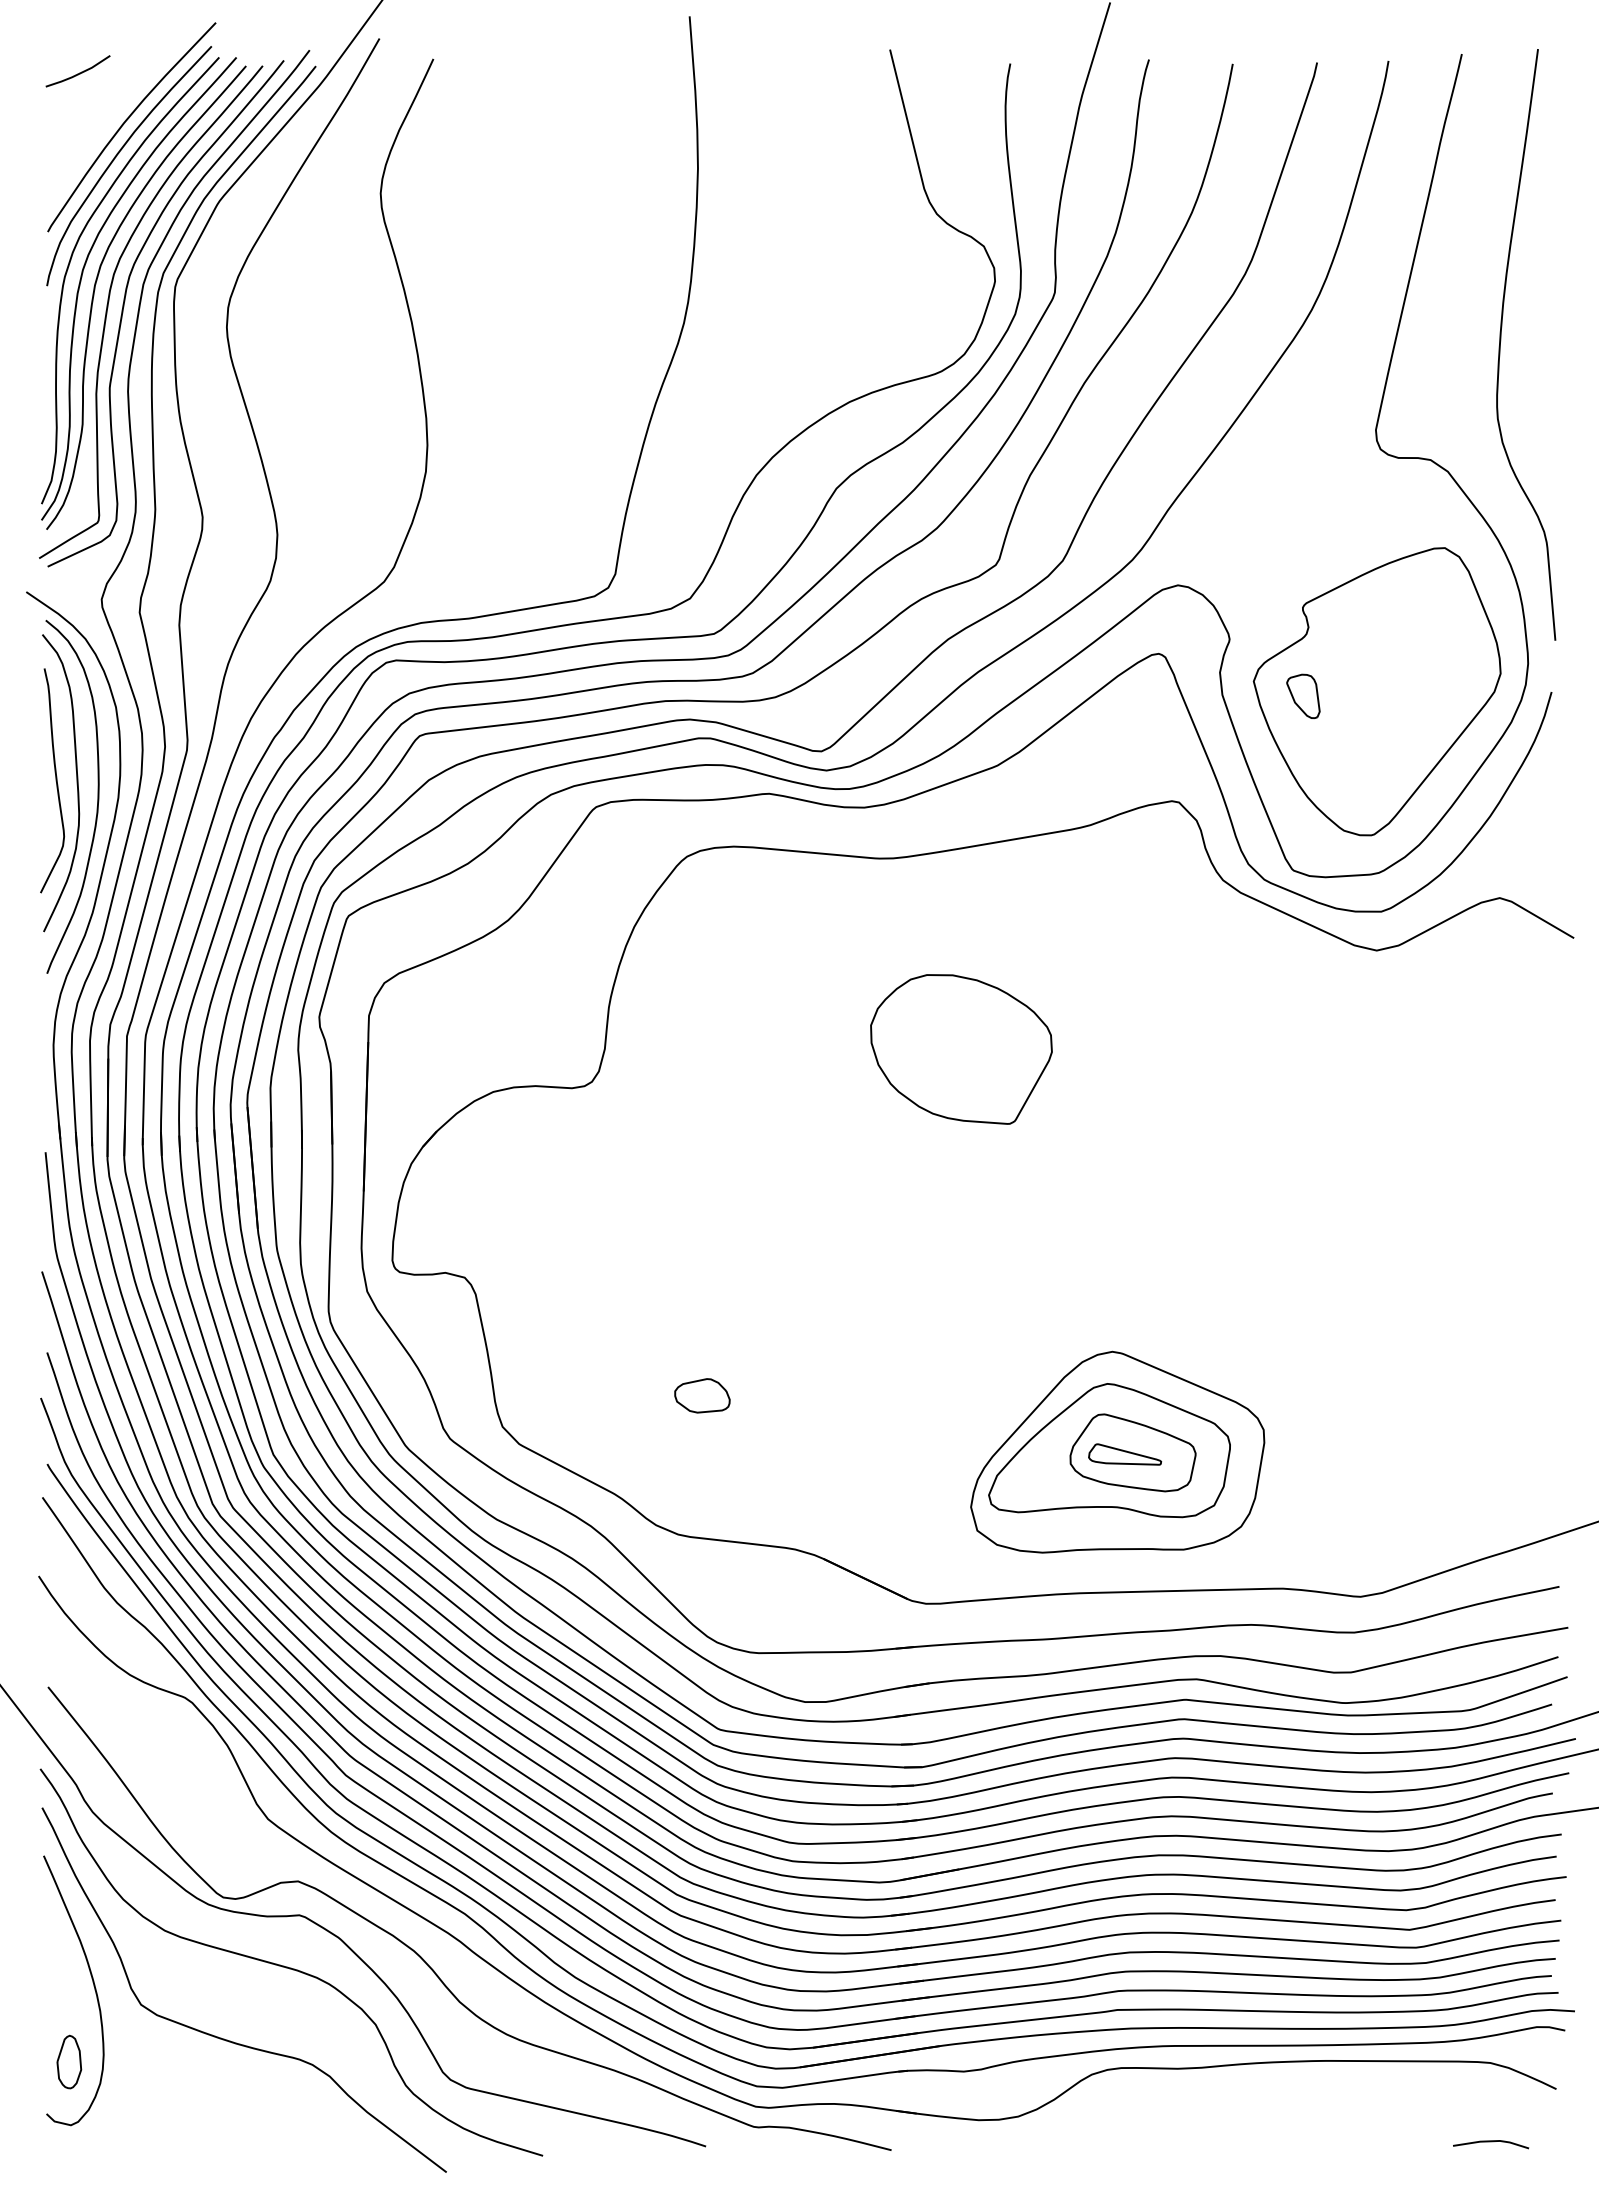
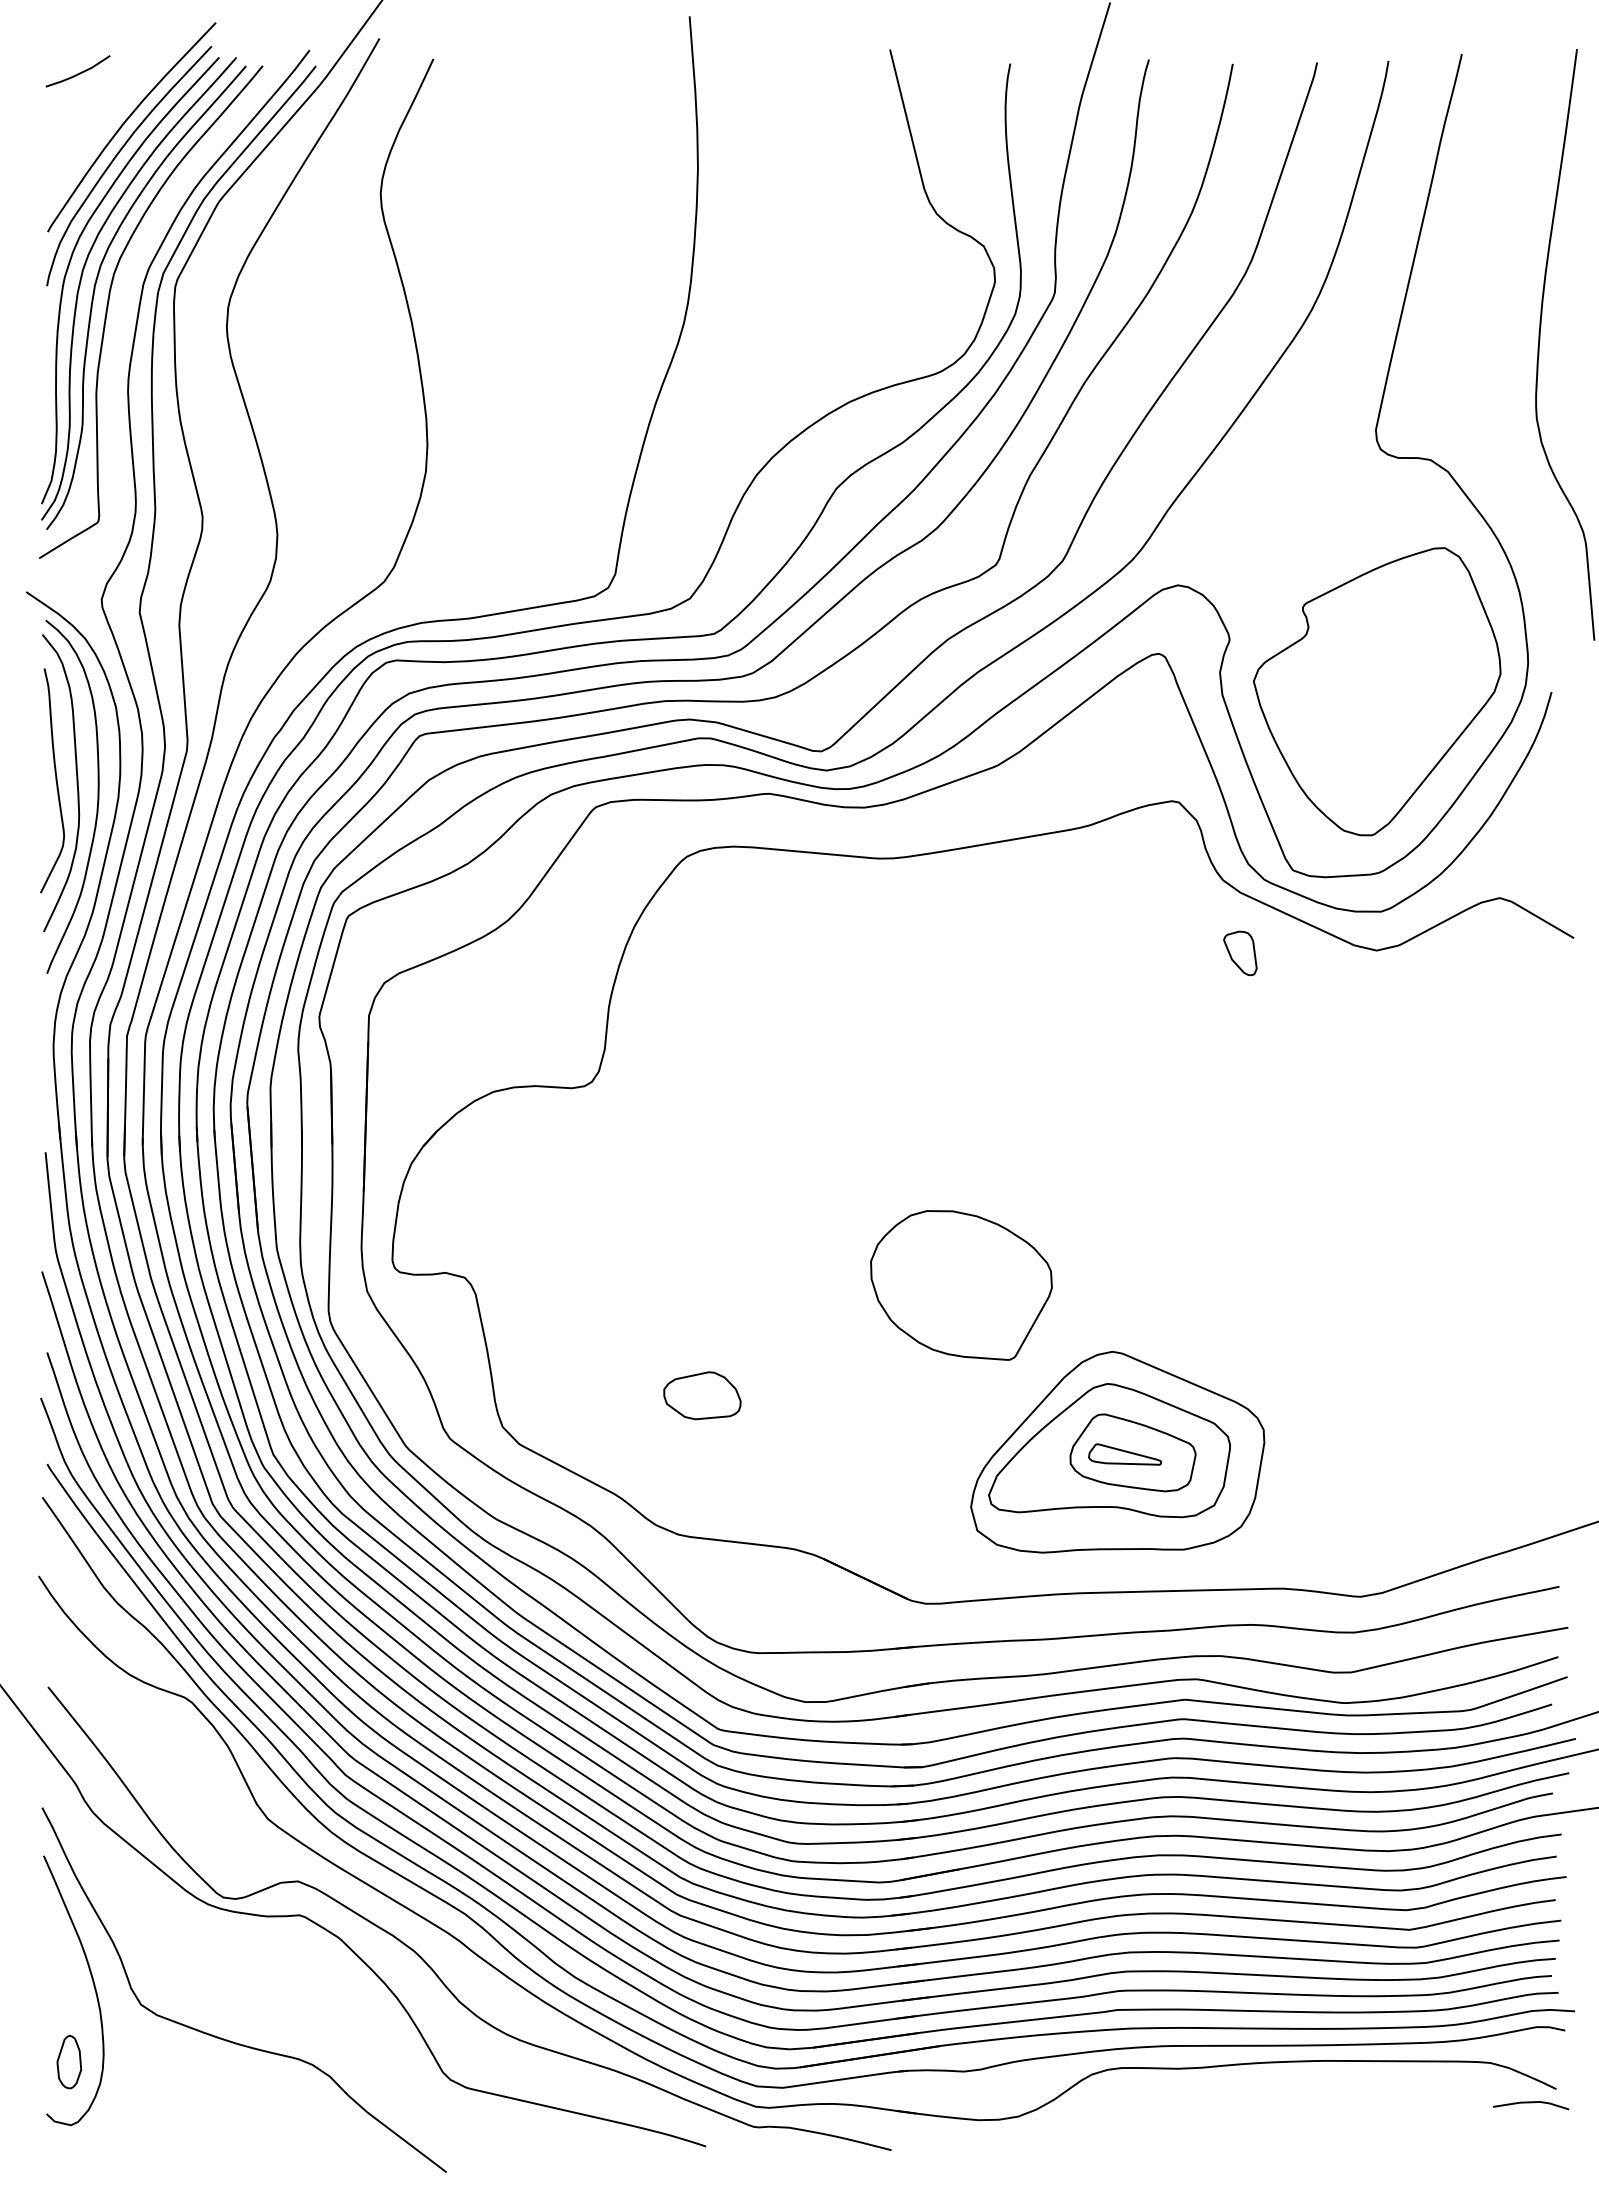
curve at (124, 306): present -> none
curve at (1501, 341) position: (1501, 341) -> (1540, 341)
part at (1303, 695) position: (1303, 695) -> (1240, 952)
part at (961, 1049) position: (961, 1049) -> (961, 1285)
part at (702, 1395) size: 57x36 px -> 79x50 px
curve at (291, 1967): present -> none
line at (1491, 2142) position: (1491, 2142) -> (1531, 2103)
